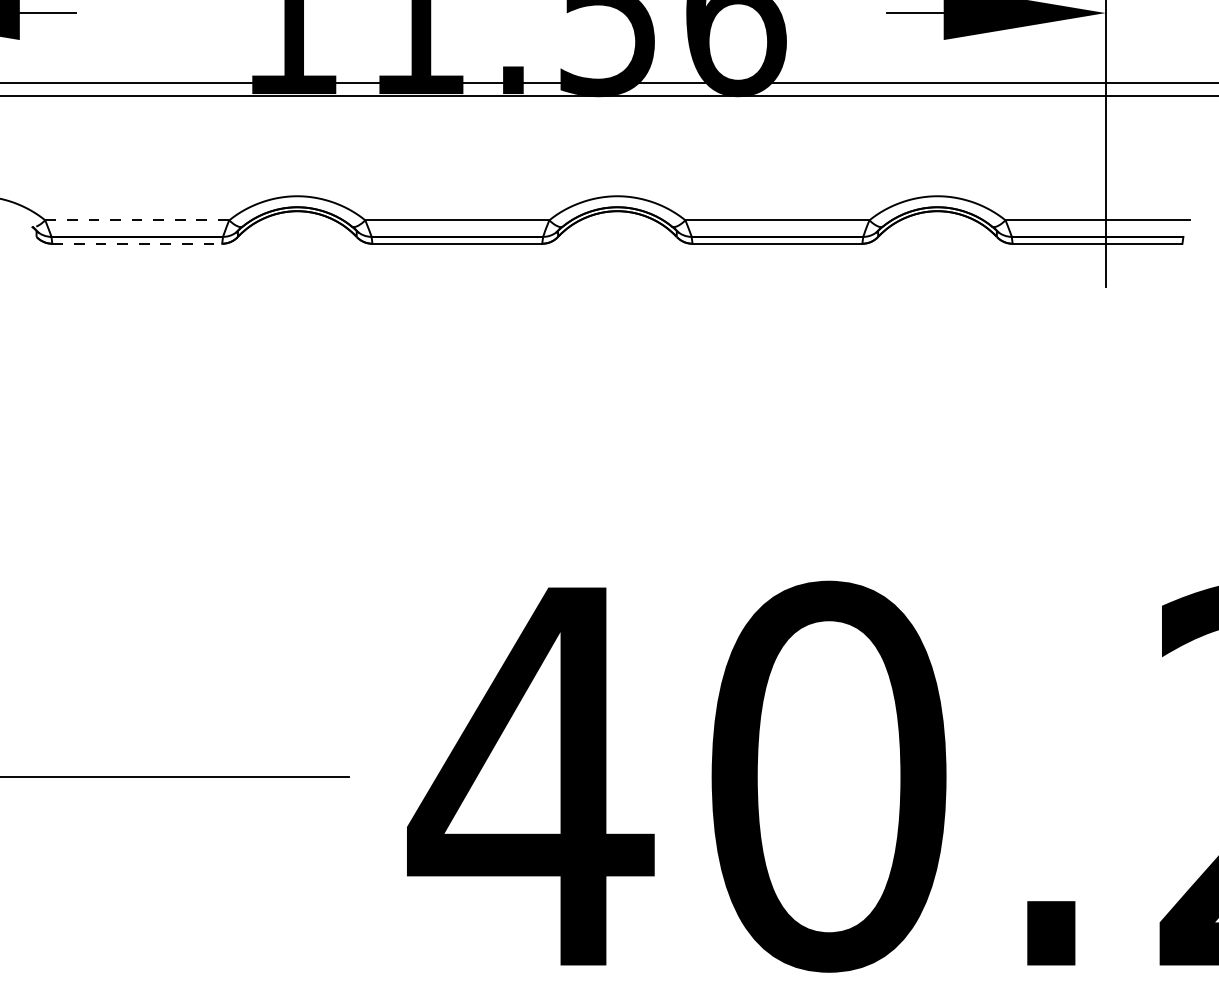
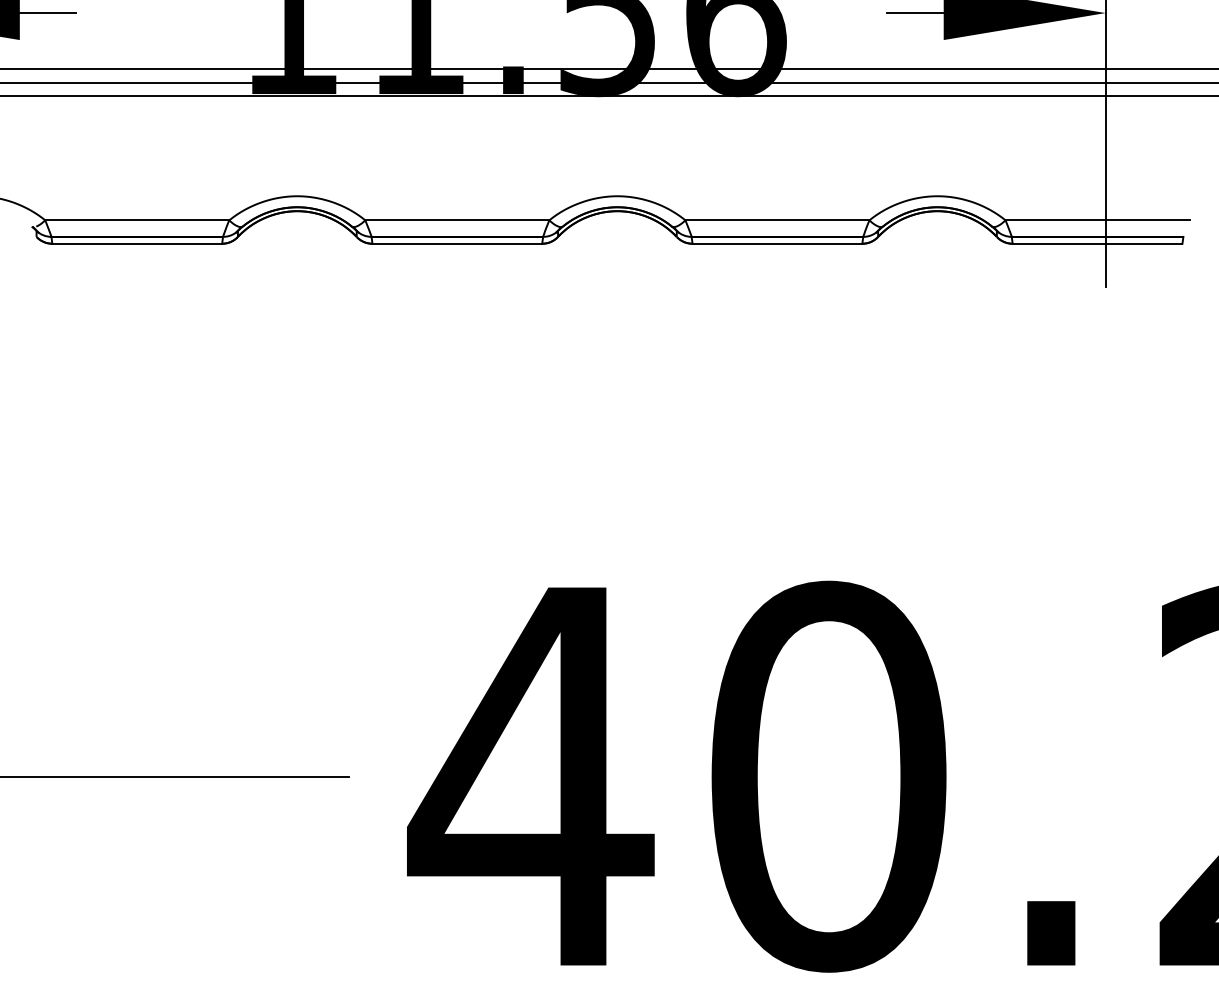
line at (608, 68): none -> present
line at (137, 220): dashed -> solid
line at (137, 243): dashed -> solid
